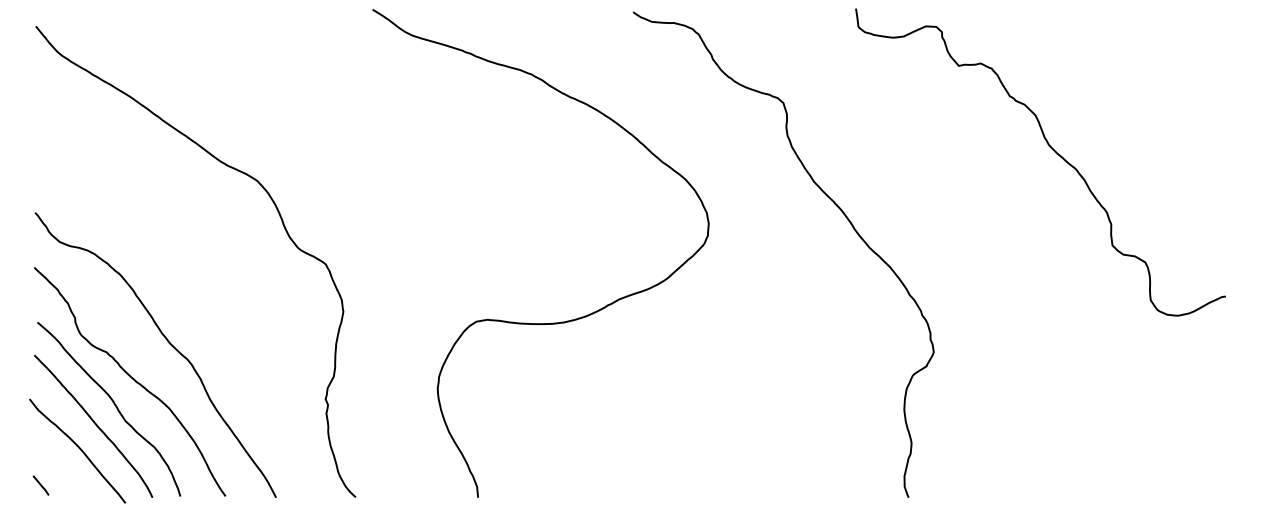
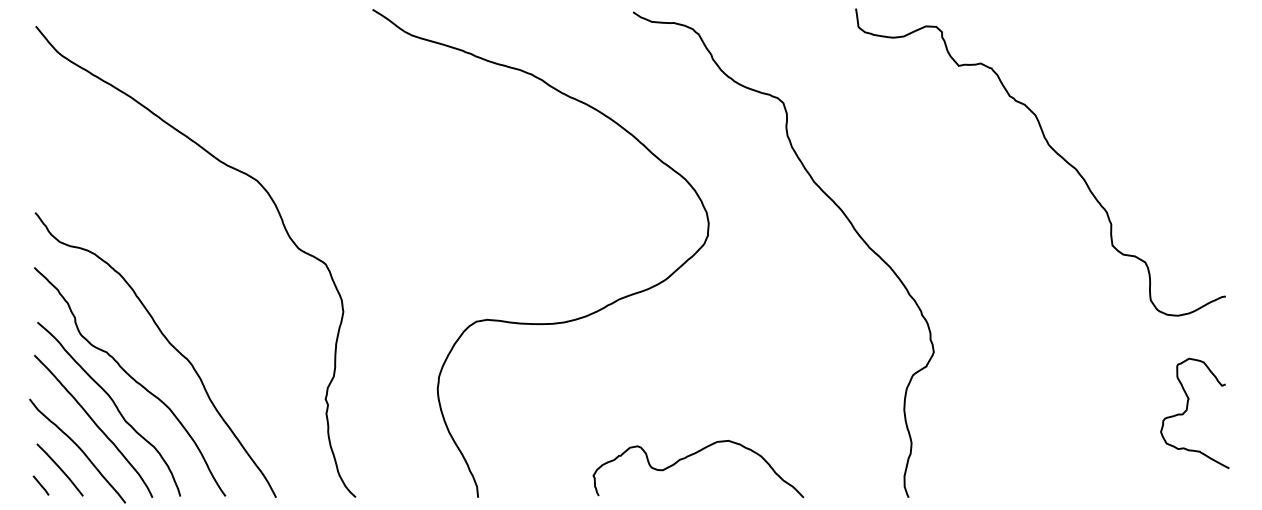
curve at (1187, 410): none -> present
curve at (692, 455): none -> present
curve at (59, 469): none -> present
